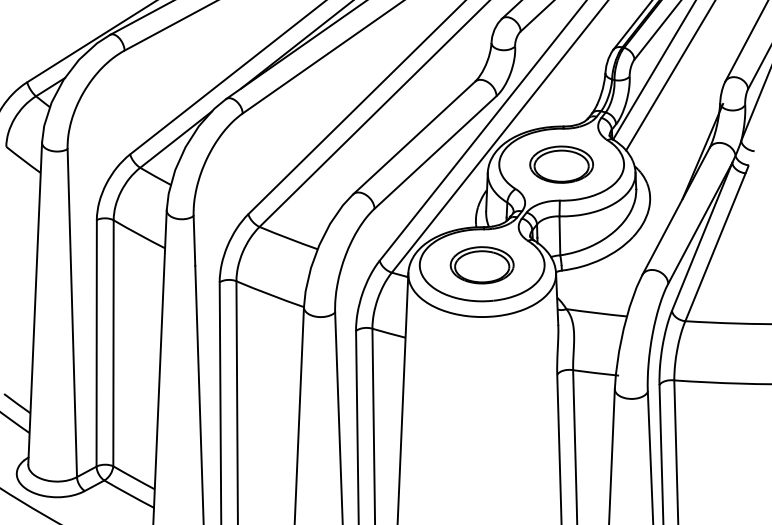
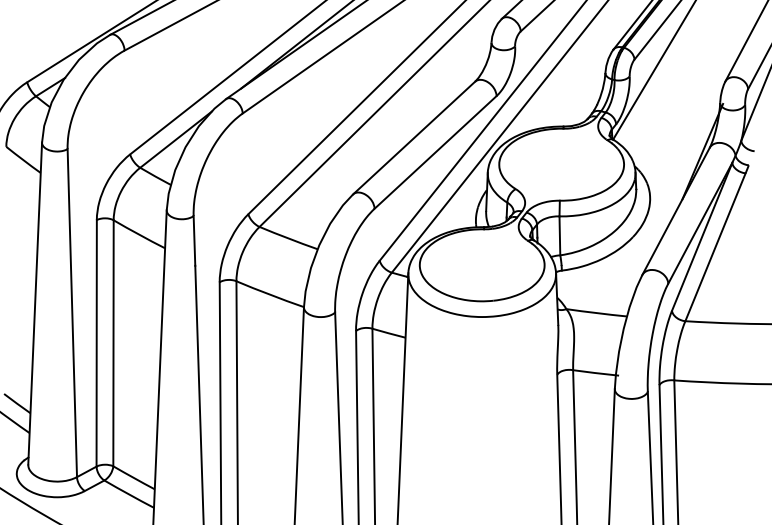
line at (670, 76): present -> none
part at (561, 164): present -> none
part at (481, 265): present -> none
